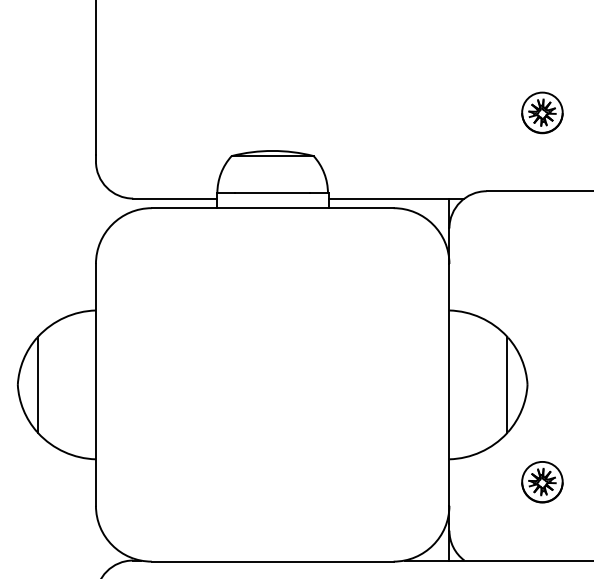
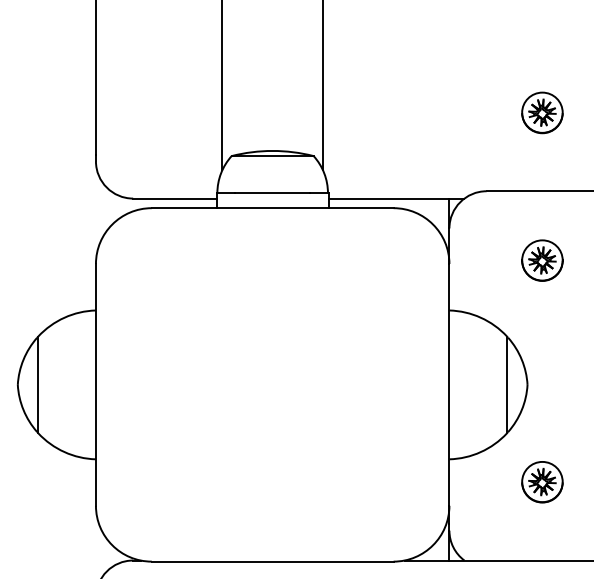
line at (222, 86): none -> present
line at (322, 86): none -> present
part at (542, 260): none -> present
